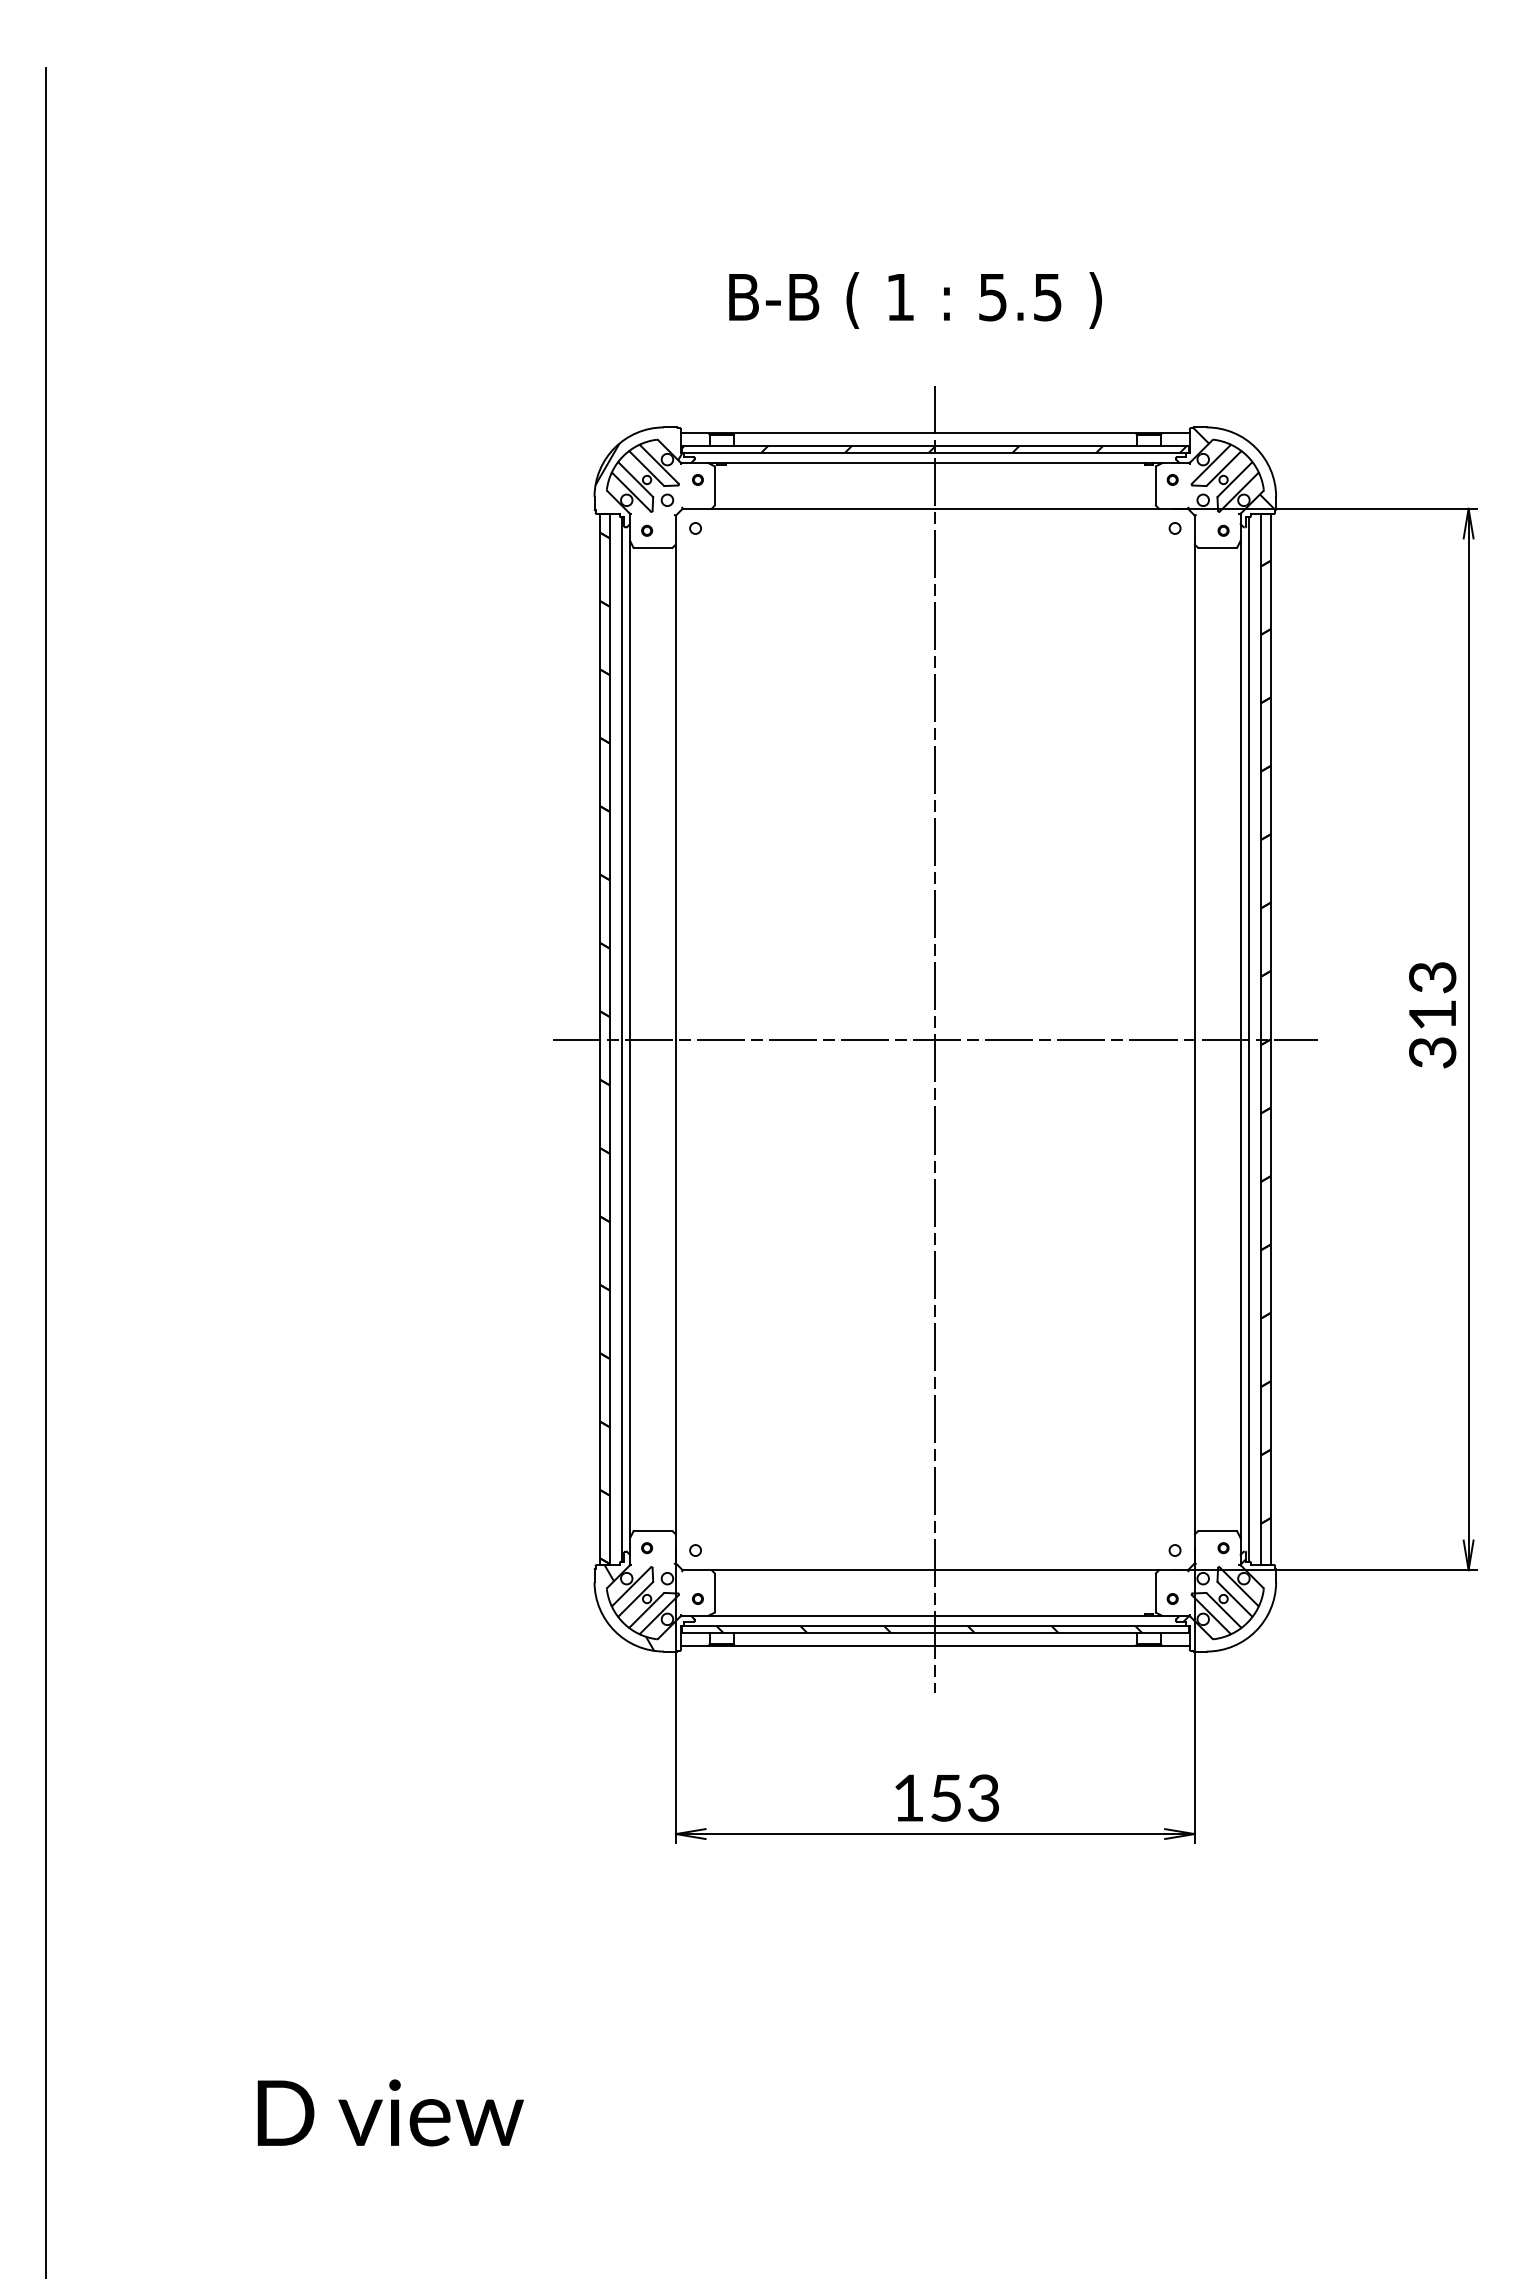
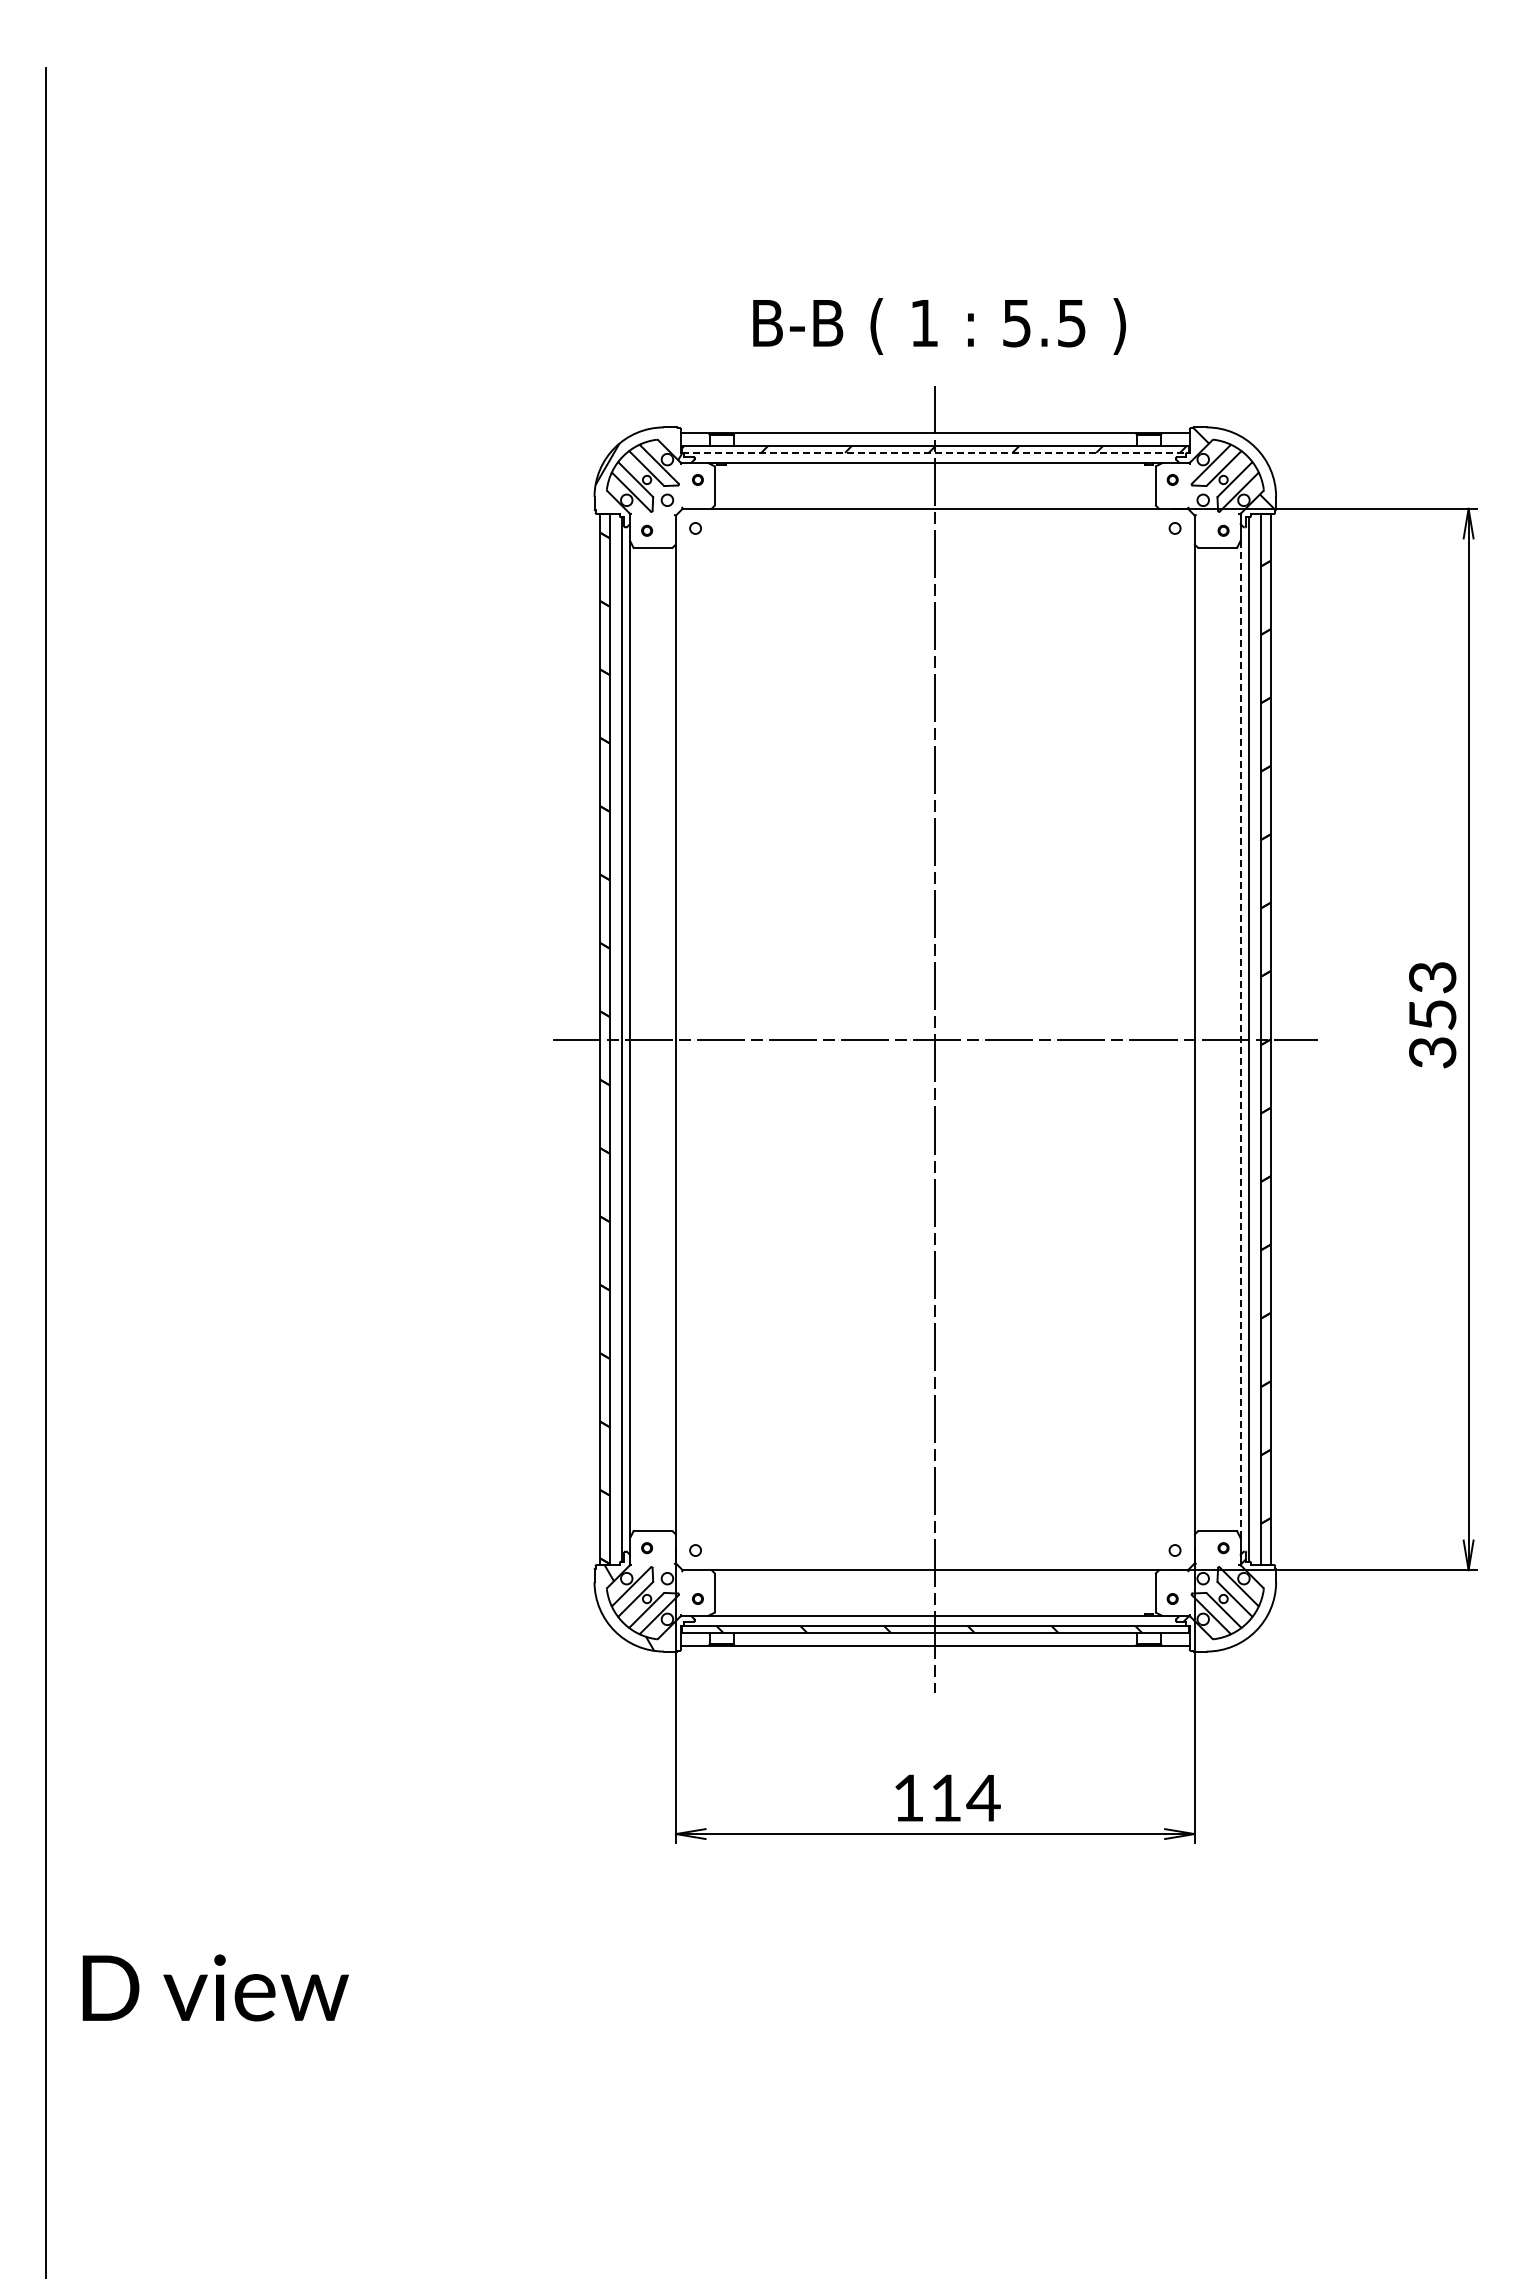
text at (915, 300) position: (915, 300) -> (939, 326)
line at (935, 452): solid -> dashed
text at (1432, 1014): 313 -> 353
line at (1240, 1039): solid -> dashed
text at (965, 1797): 153 -> 114
text at (390, 2112) position: (390, 2112) -> (215, 1987)
